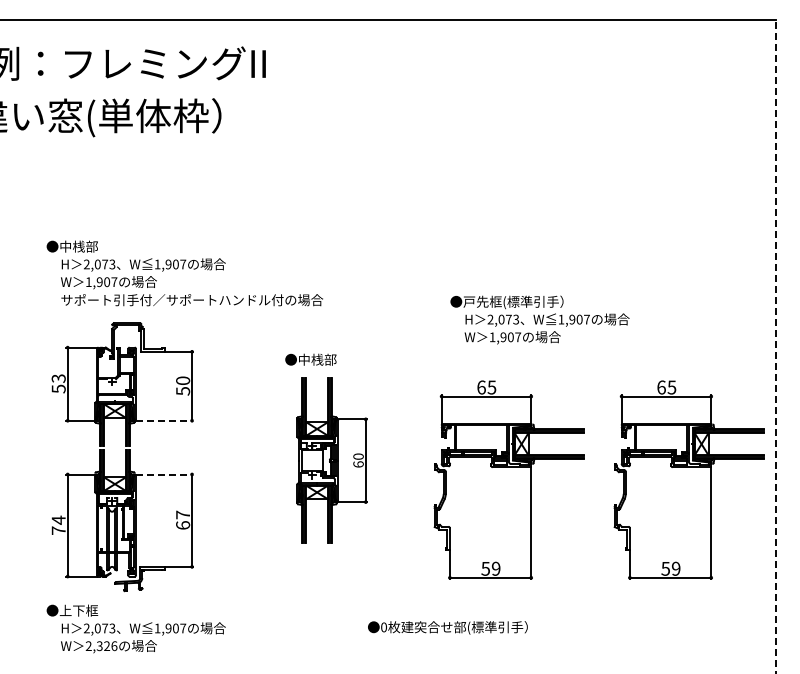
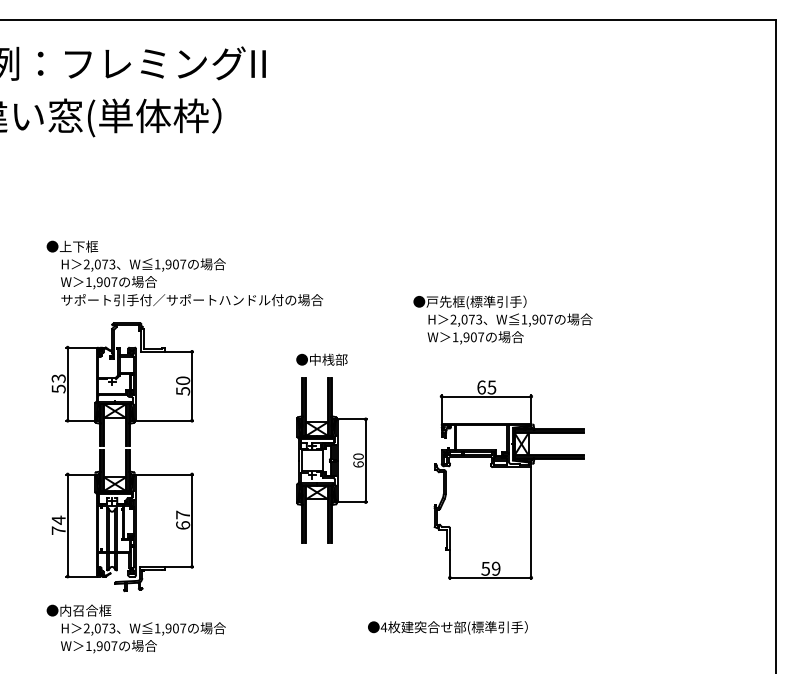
text at (78, 246): ●中桟部 -> ●上下框
text at (539, 319) position: (539, 319) -> (502, 319)
line at (776, 347): dashed -> solid
text at (310, 359) position: (310, 359) -> (321, 359)
line at (164, 420): dashed -> solid
part at (688, 467): present -> none
line at (164, 474): dashed -> solid
text at (85, 610): ●上下框 -> ●内召合框
text at (383, 627): 0 -> 4
text at (101, 646): 2,326 -> 1,907
